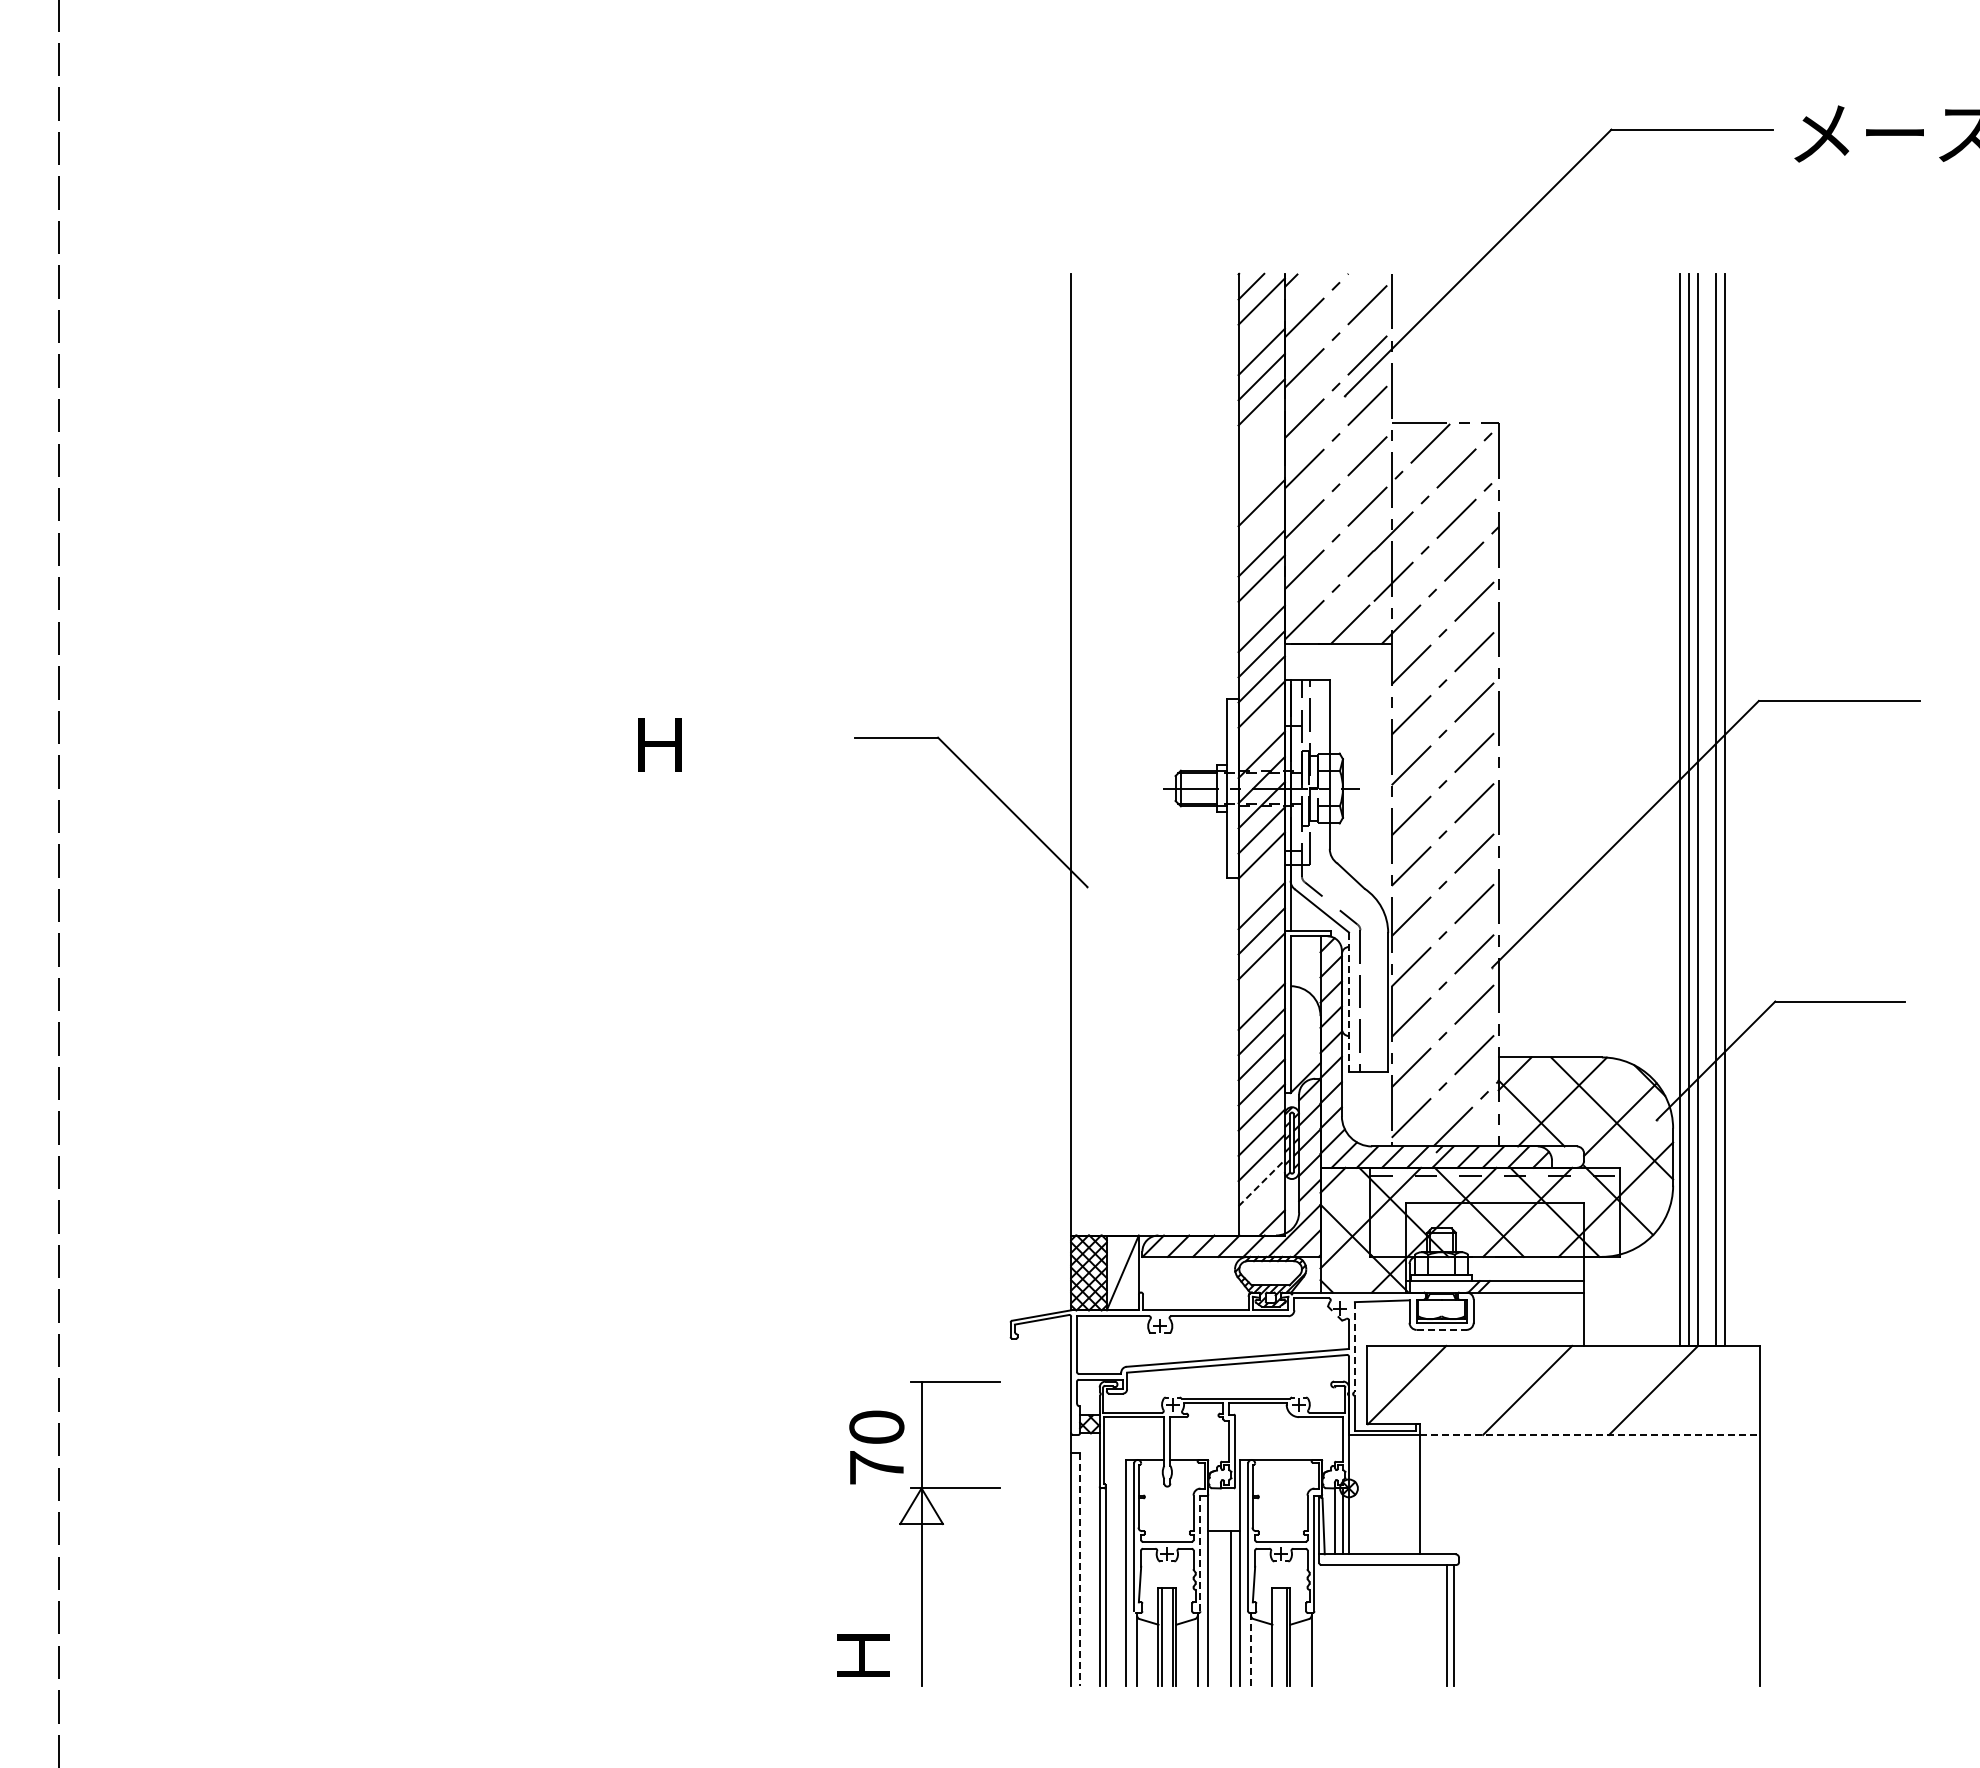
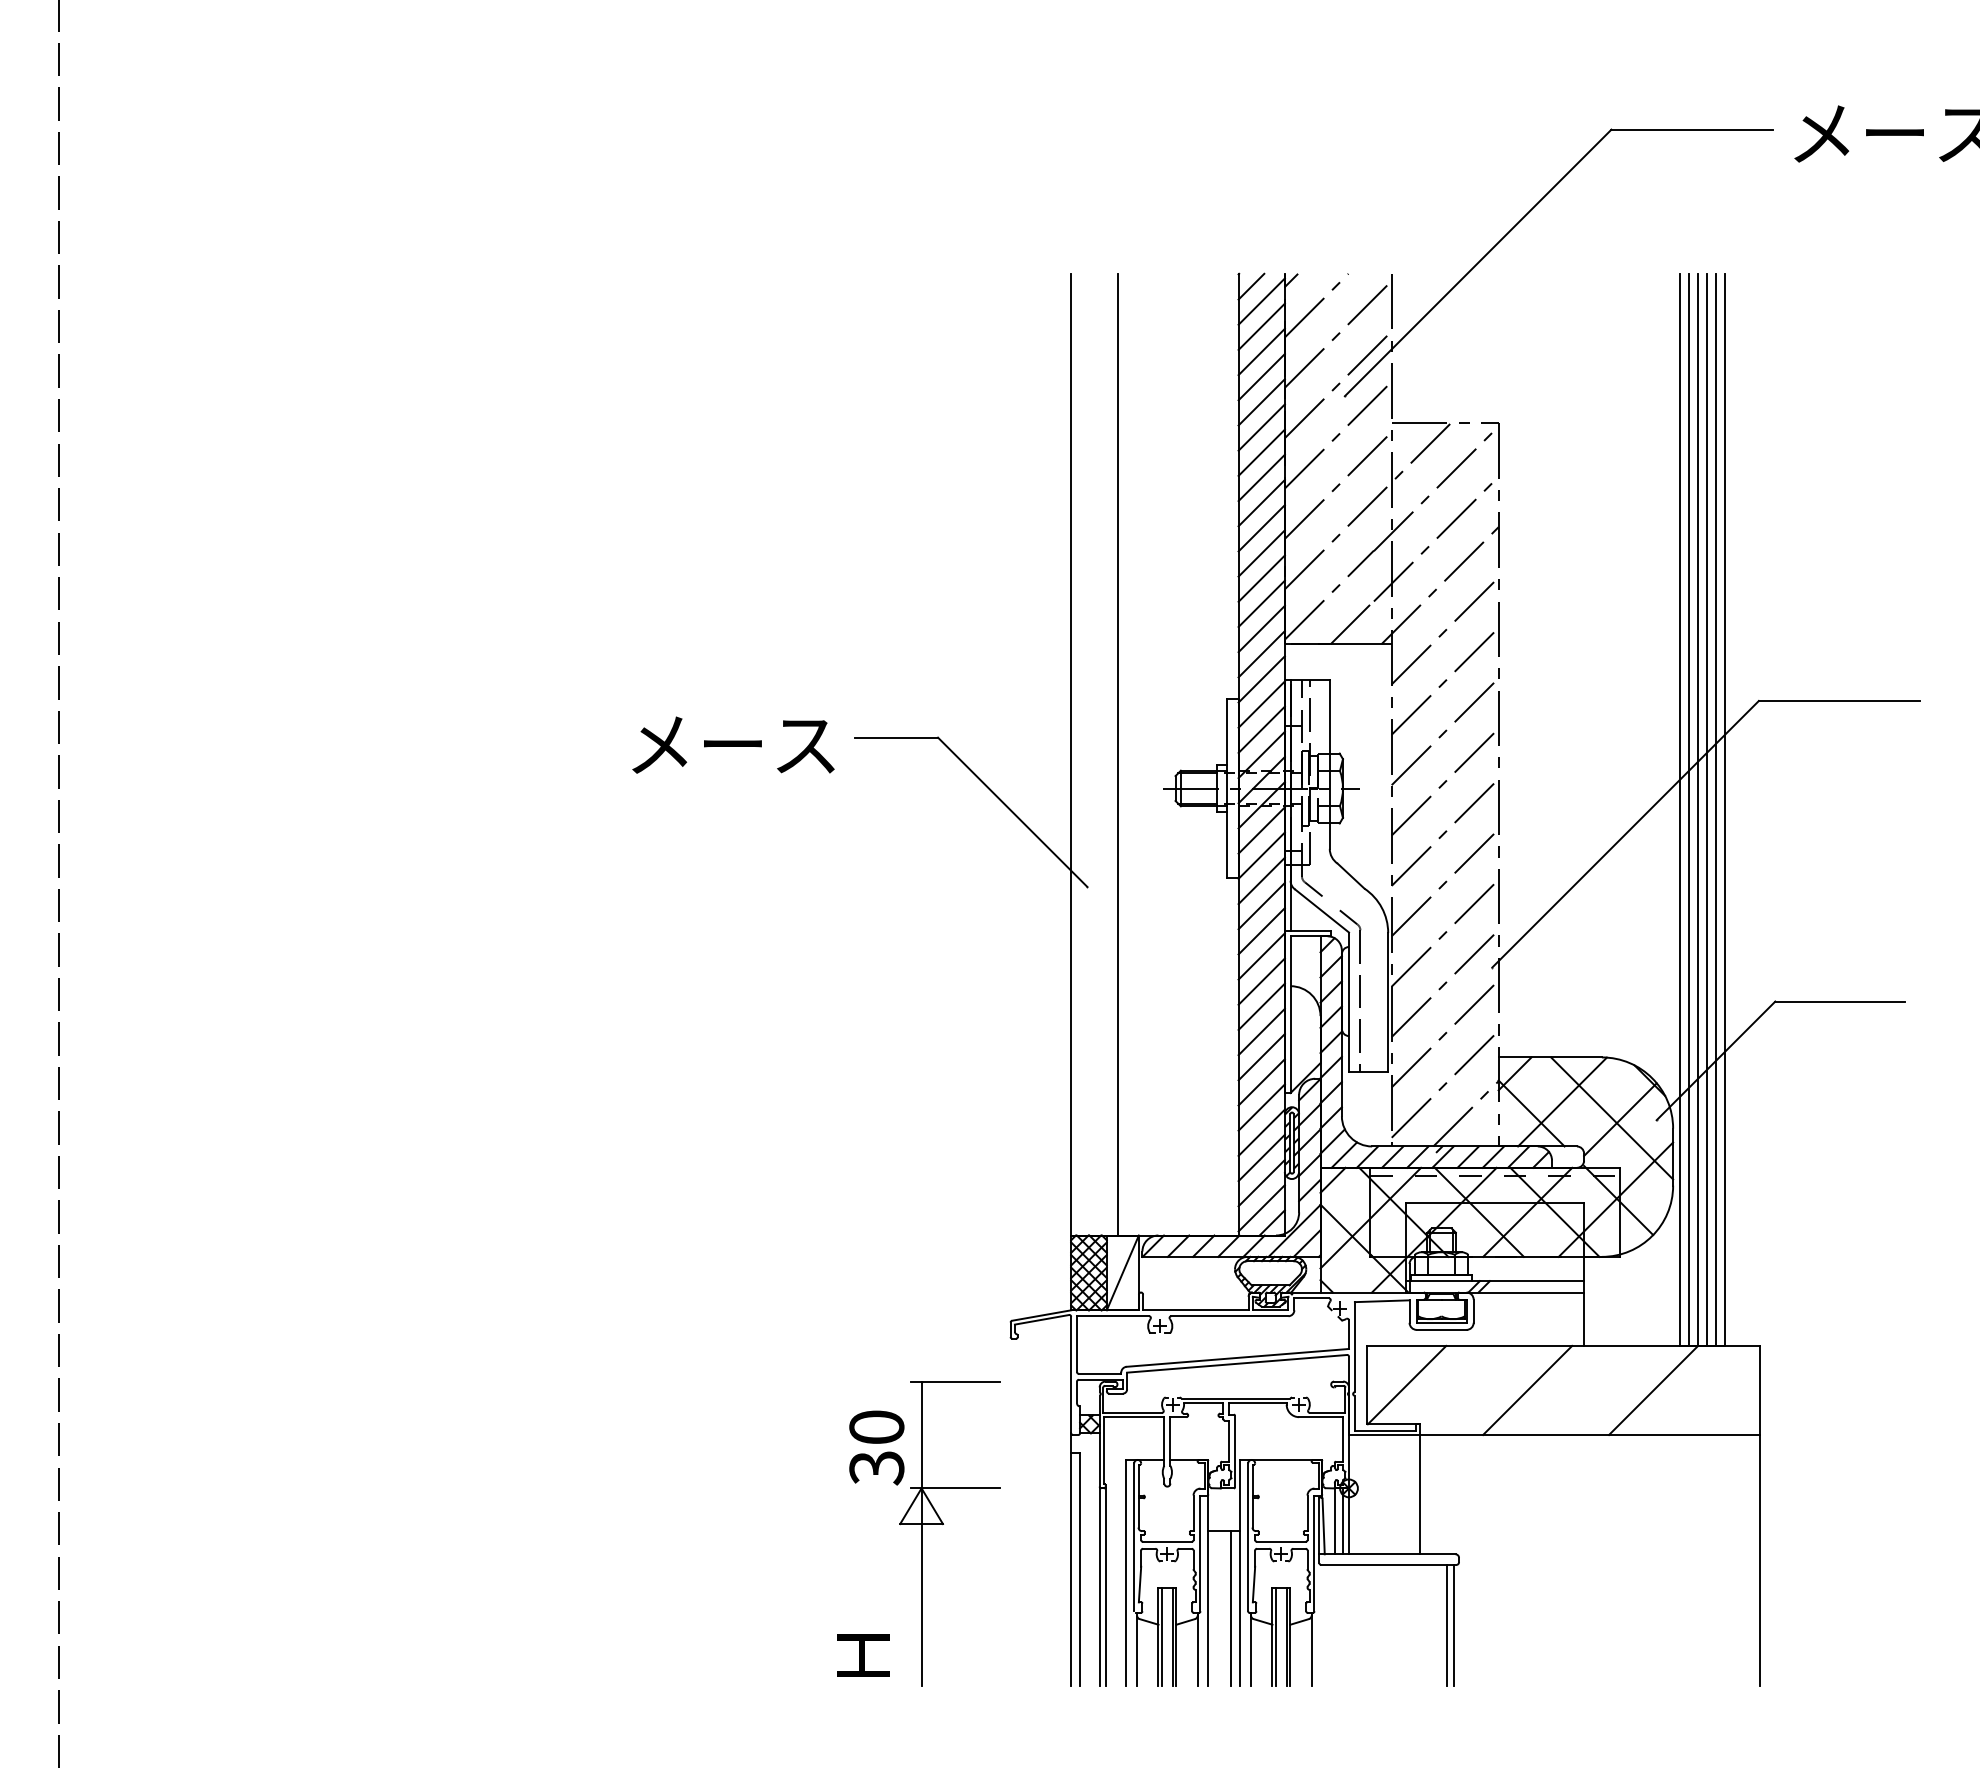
line at (1261, 326): none -> present
line at (1261, 427): none -> present
line at (1261, 452): none -> present
line at (1261, 477): none -> present
line at (1261, 528): none -> present
line at (1261, 603): none -> present
line at (1261, 729): none -> present
text at (733, 744): Ｈ -> メース
line at (1117, 754): none -> present
line at (1706, 809): none -> present
line at (1261, 880): none -> present
line at (1261, 981): none -> present
line at (1349, 1002): dashed -> solid
line at (1261, 1183): dashed -> solid
line at (1261, 1208): none -> present
line at (1441, 1329): dashed -> solid
line at (1354, 1347): dashed -> solid
line at (1590, 1434): dashed -> solid
text at (876, 1468): 70 -> 30
line at (1200, 1553): dashed -> solid
line at (1080, 1569): dashed -> solid
line at (1276, 1636): none -> present
line at (1251, 1648): dashed -> solid
